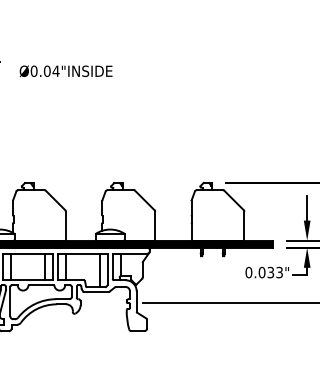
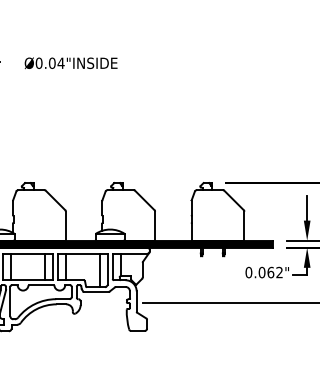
text at (65, 71) position: (65, 71) -> (70, 63)
text at (274, 272): 0.033" -> 0.062"
